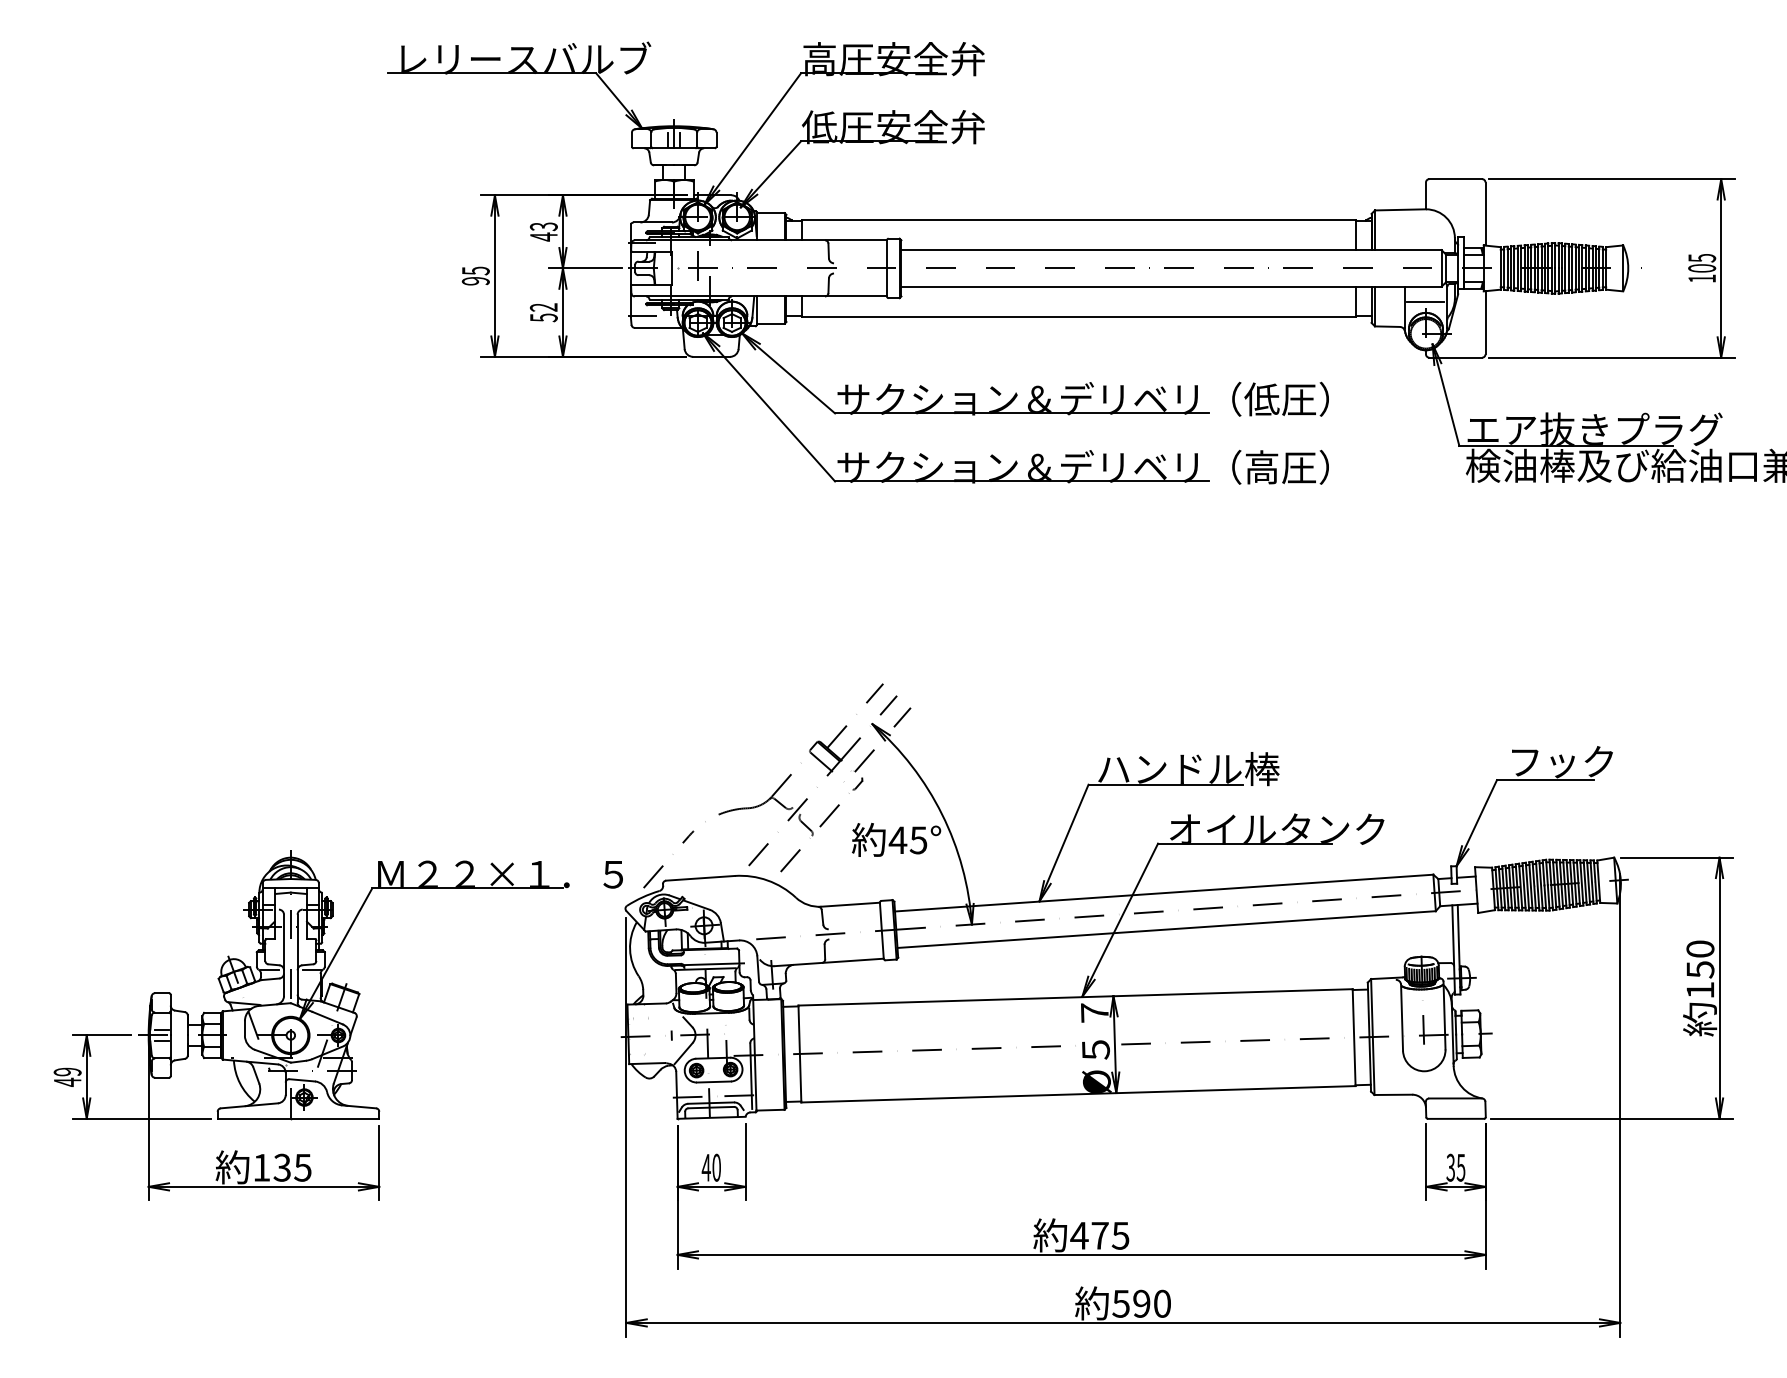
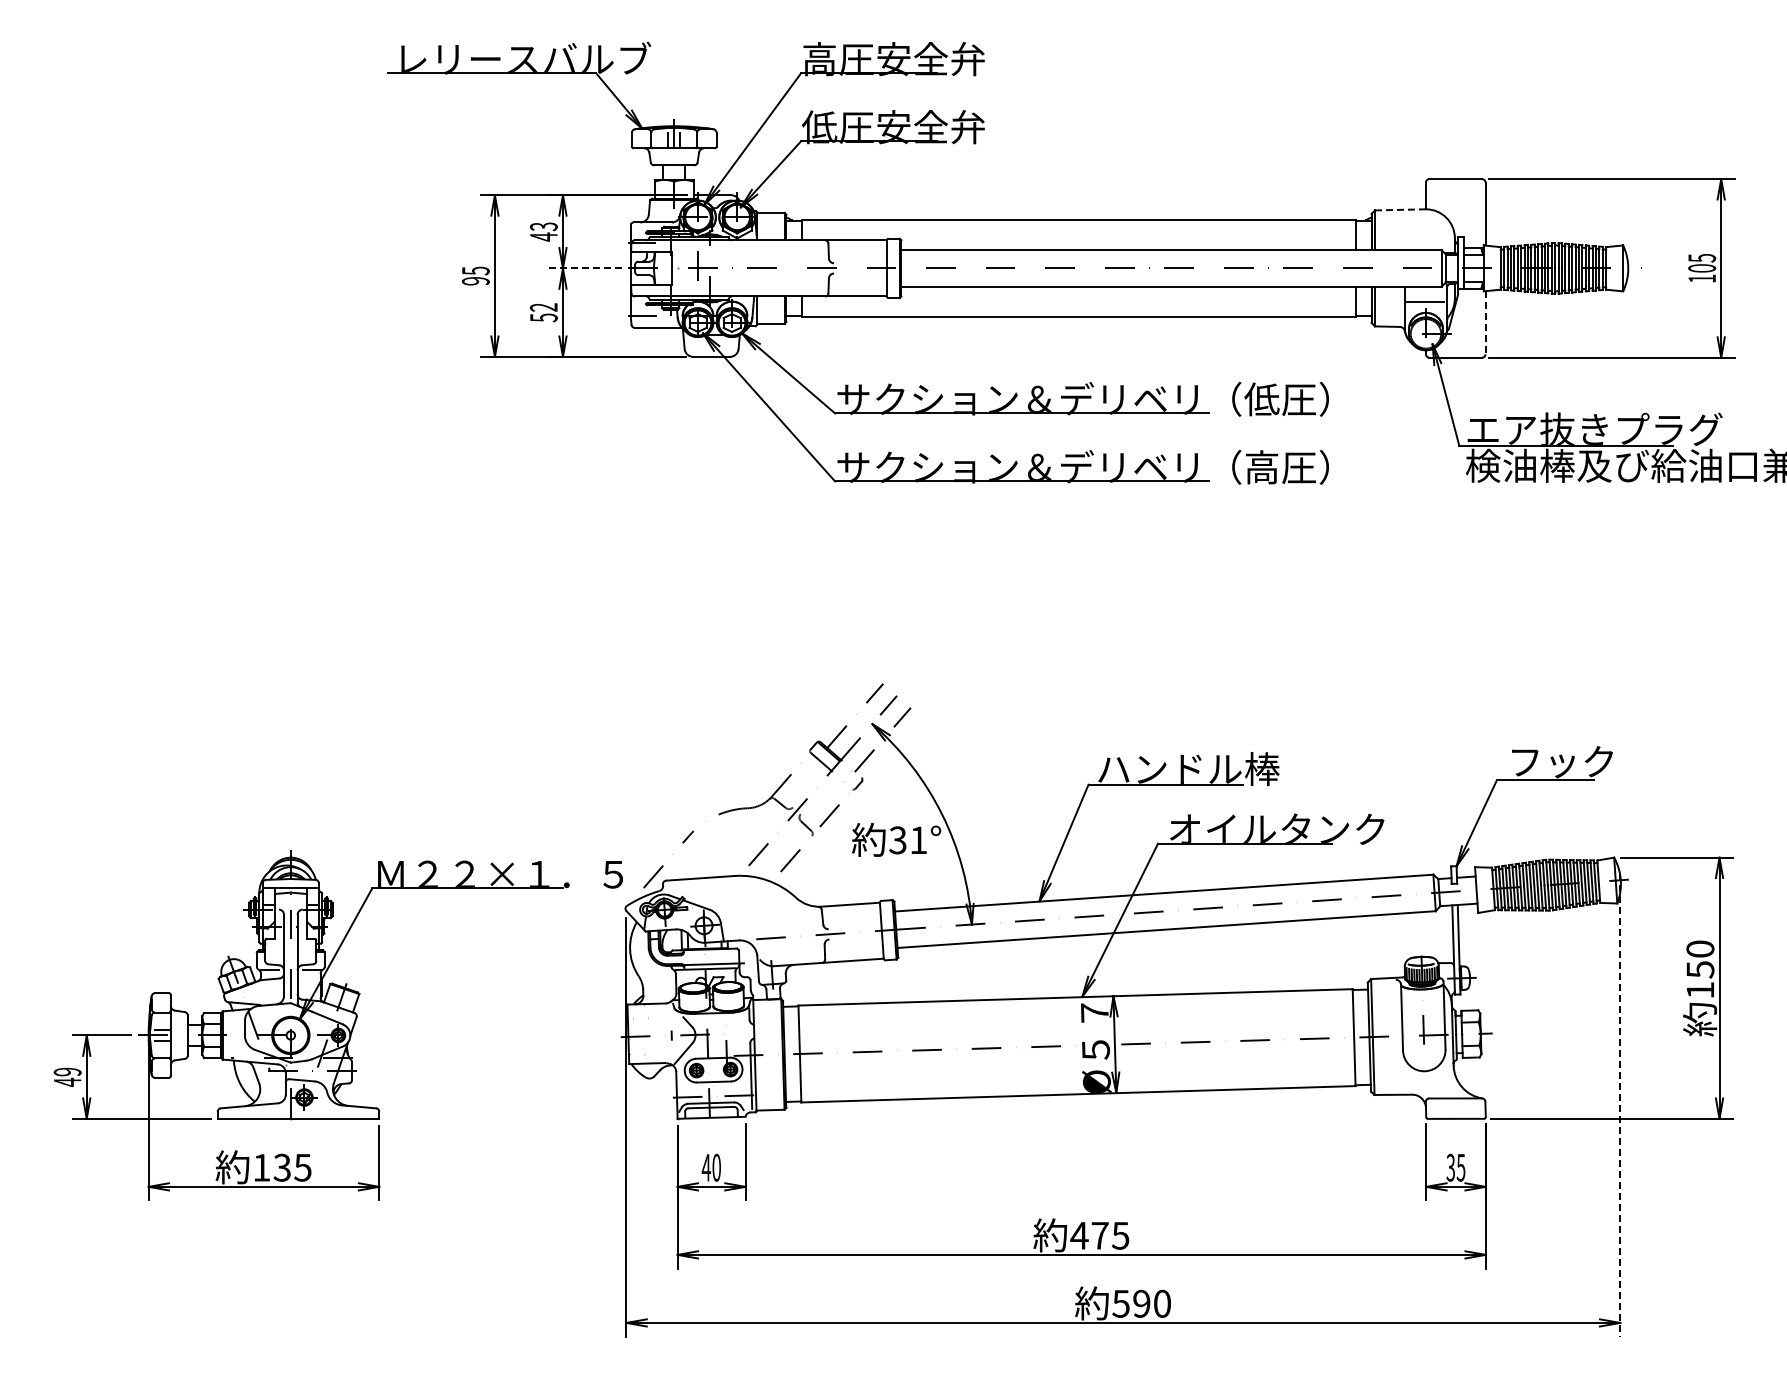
line at (1400, 209): solid -> dashed
line at (584, 268): solid -> dashed
line at (1485, 323): solid -> dashed
text at (907, 840): 45° -> 31°
line at (1620, 1105): solid -> dashed
